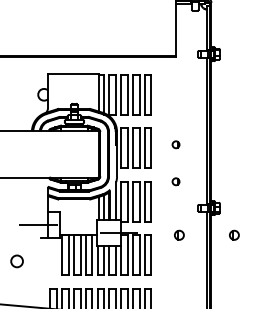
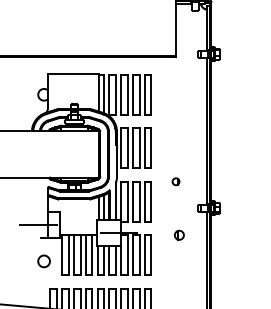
part at (175, 144): present -> none
part at (234, 234): present -> none
circle at (16, 261) position: (16, 261) -> (43, 261)
